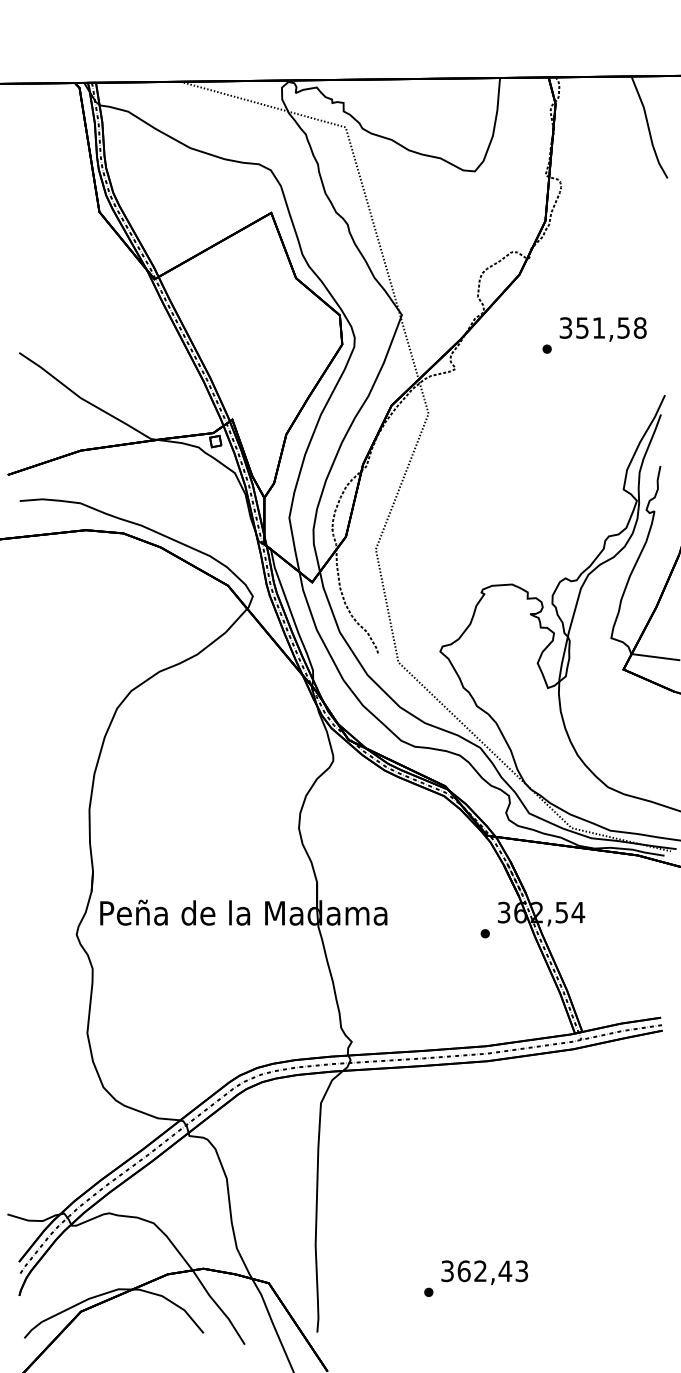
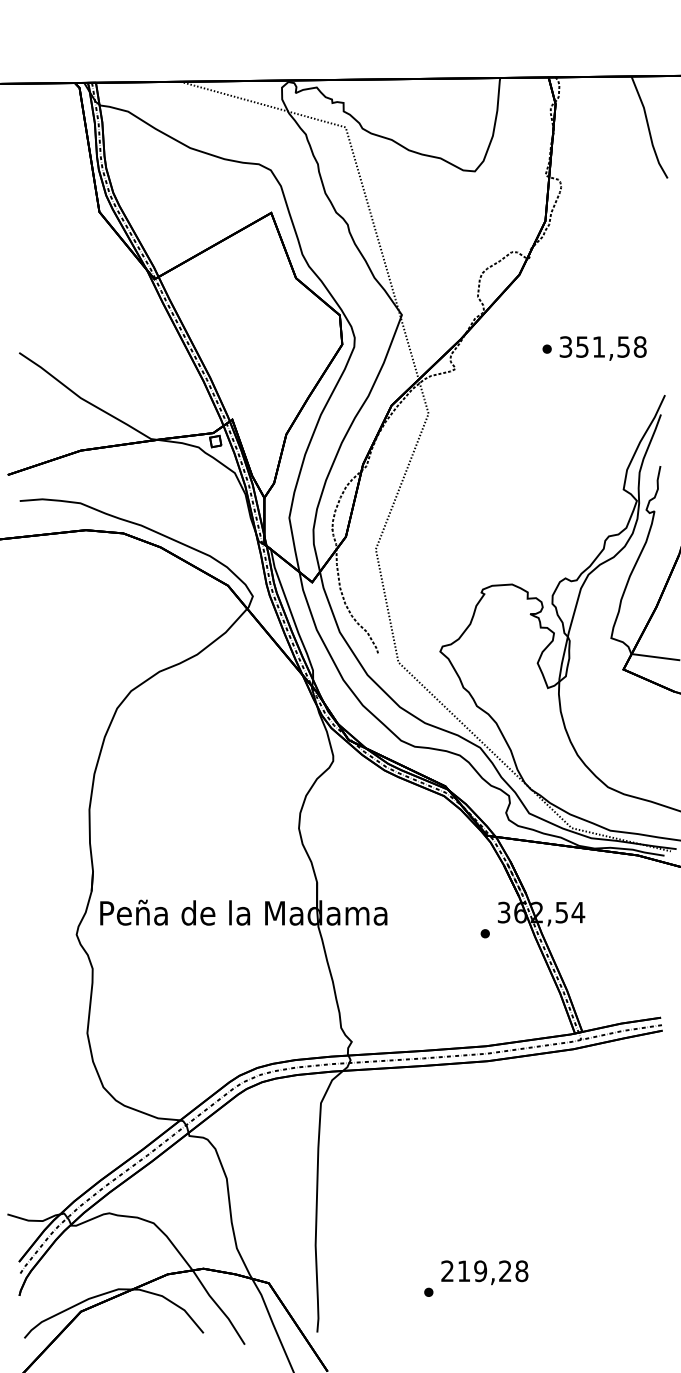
text at (602, 329) position: (602, 329) -> (602, 348)
text at (484, 1271): 362,43 -> 219,28
